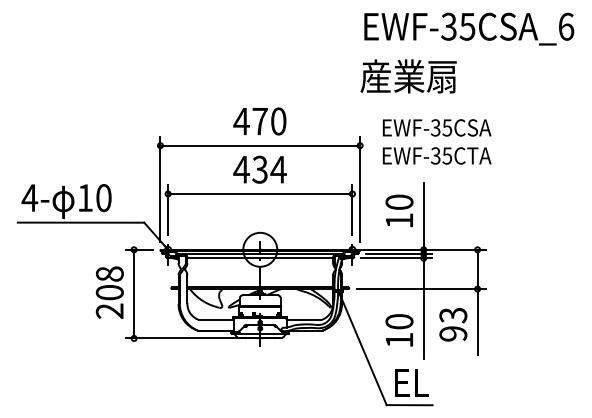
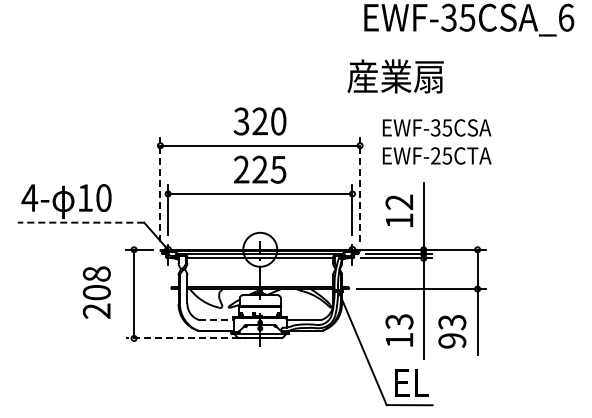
text at (469, 28) position: (469, 28) -> (469, 19)
text at (408, 76) position: (408, 76) -> (395, 76)
text at (250, 121): 470 -> 320
text at (435, 155): EWF-35CTA -> EWF-25CTA
text at (259, 169): 434 -> 225
line at (160, 189): solid -> dashed
line at (360, 189): solid -> dashed
text at (399, 201): 10 -> 12
line at (80, 222): solid -> dashed
text at (109, 292) position: (109, 292) -> (96, 292)
line at (217, 320): solid -> dashed
text at (399, 321): 10 -> 13
text at (453, 324) position: (453, 324) -> (452, 331)
line at (187, 338): solid -> dashed
